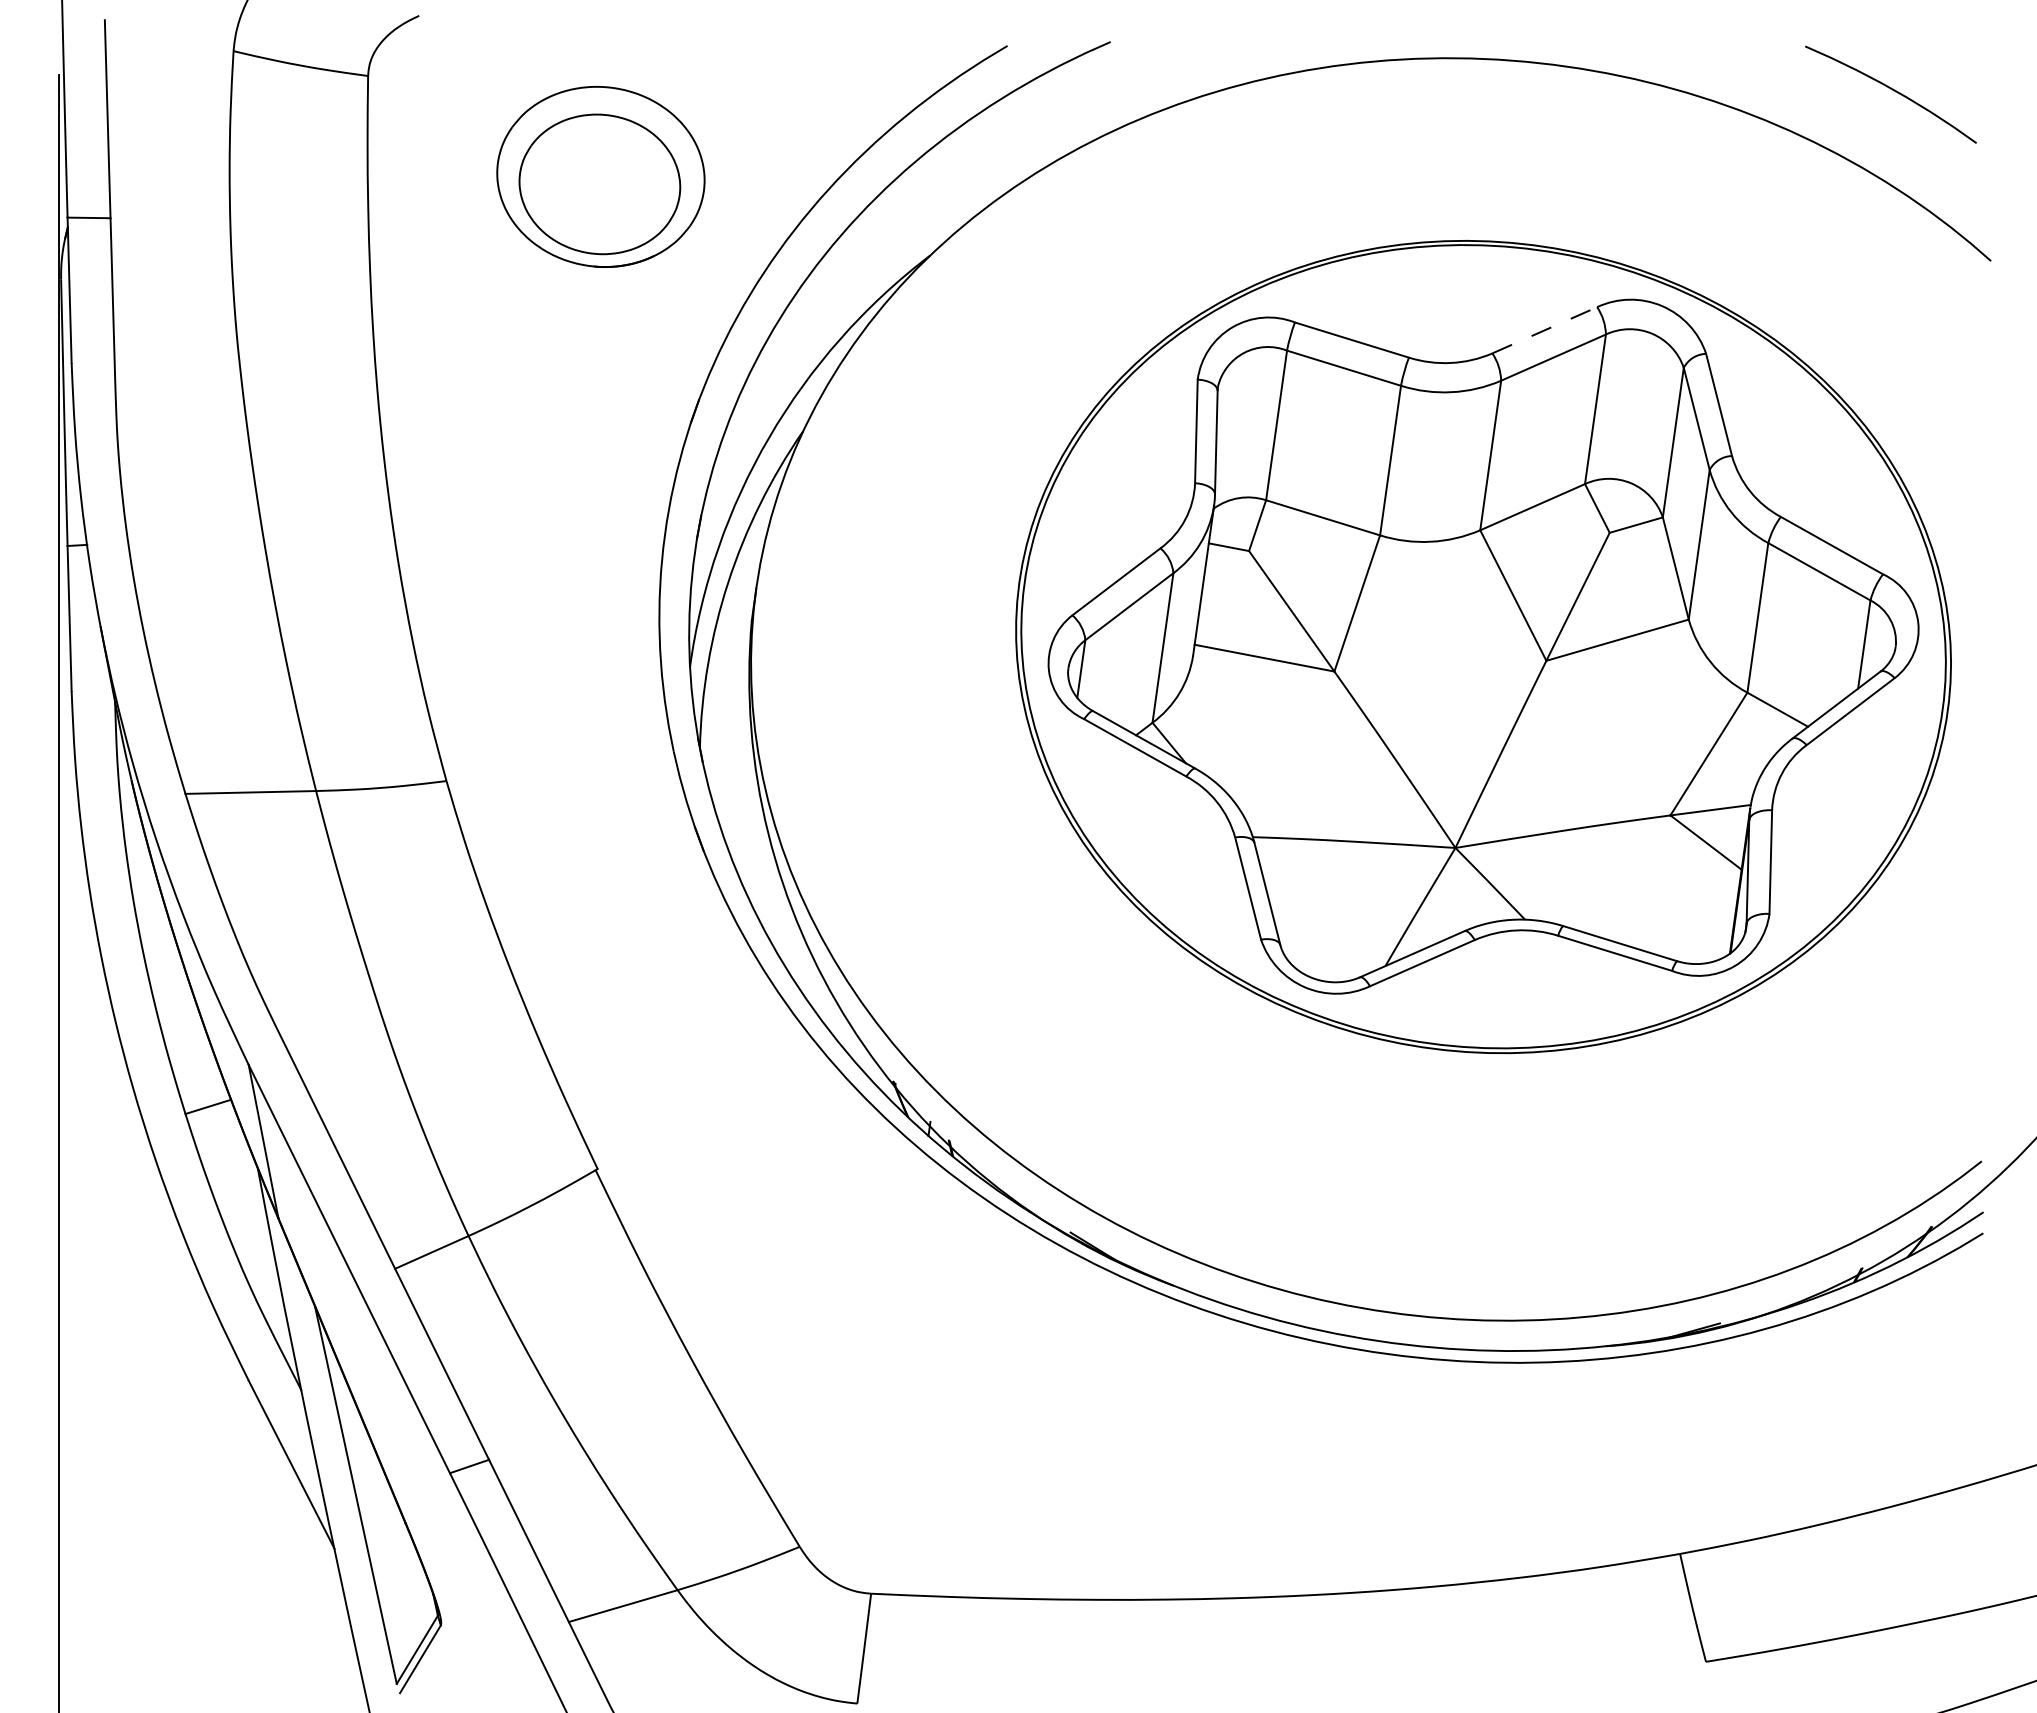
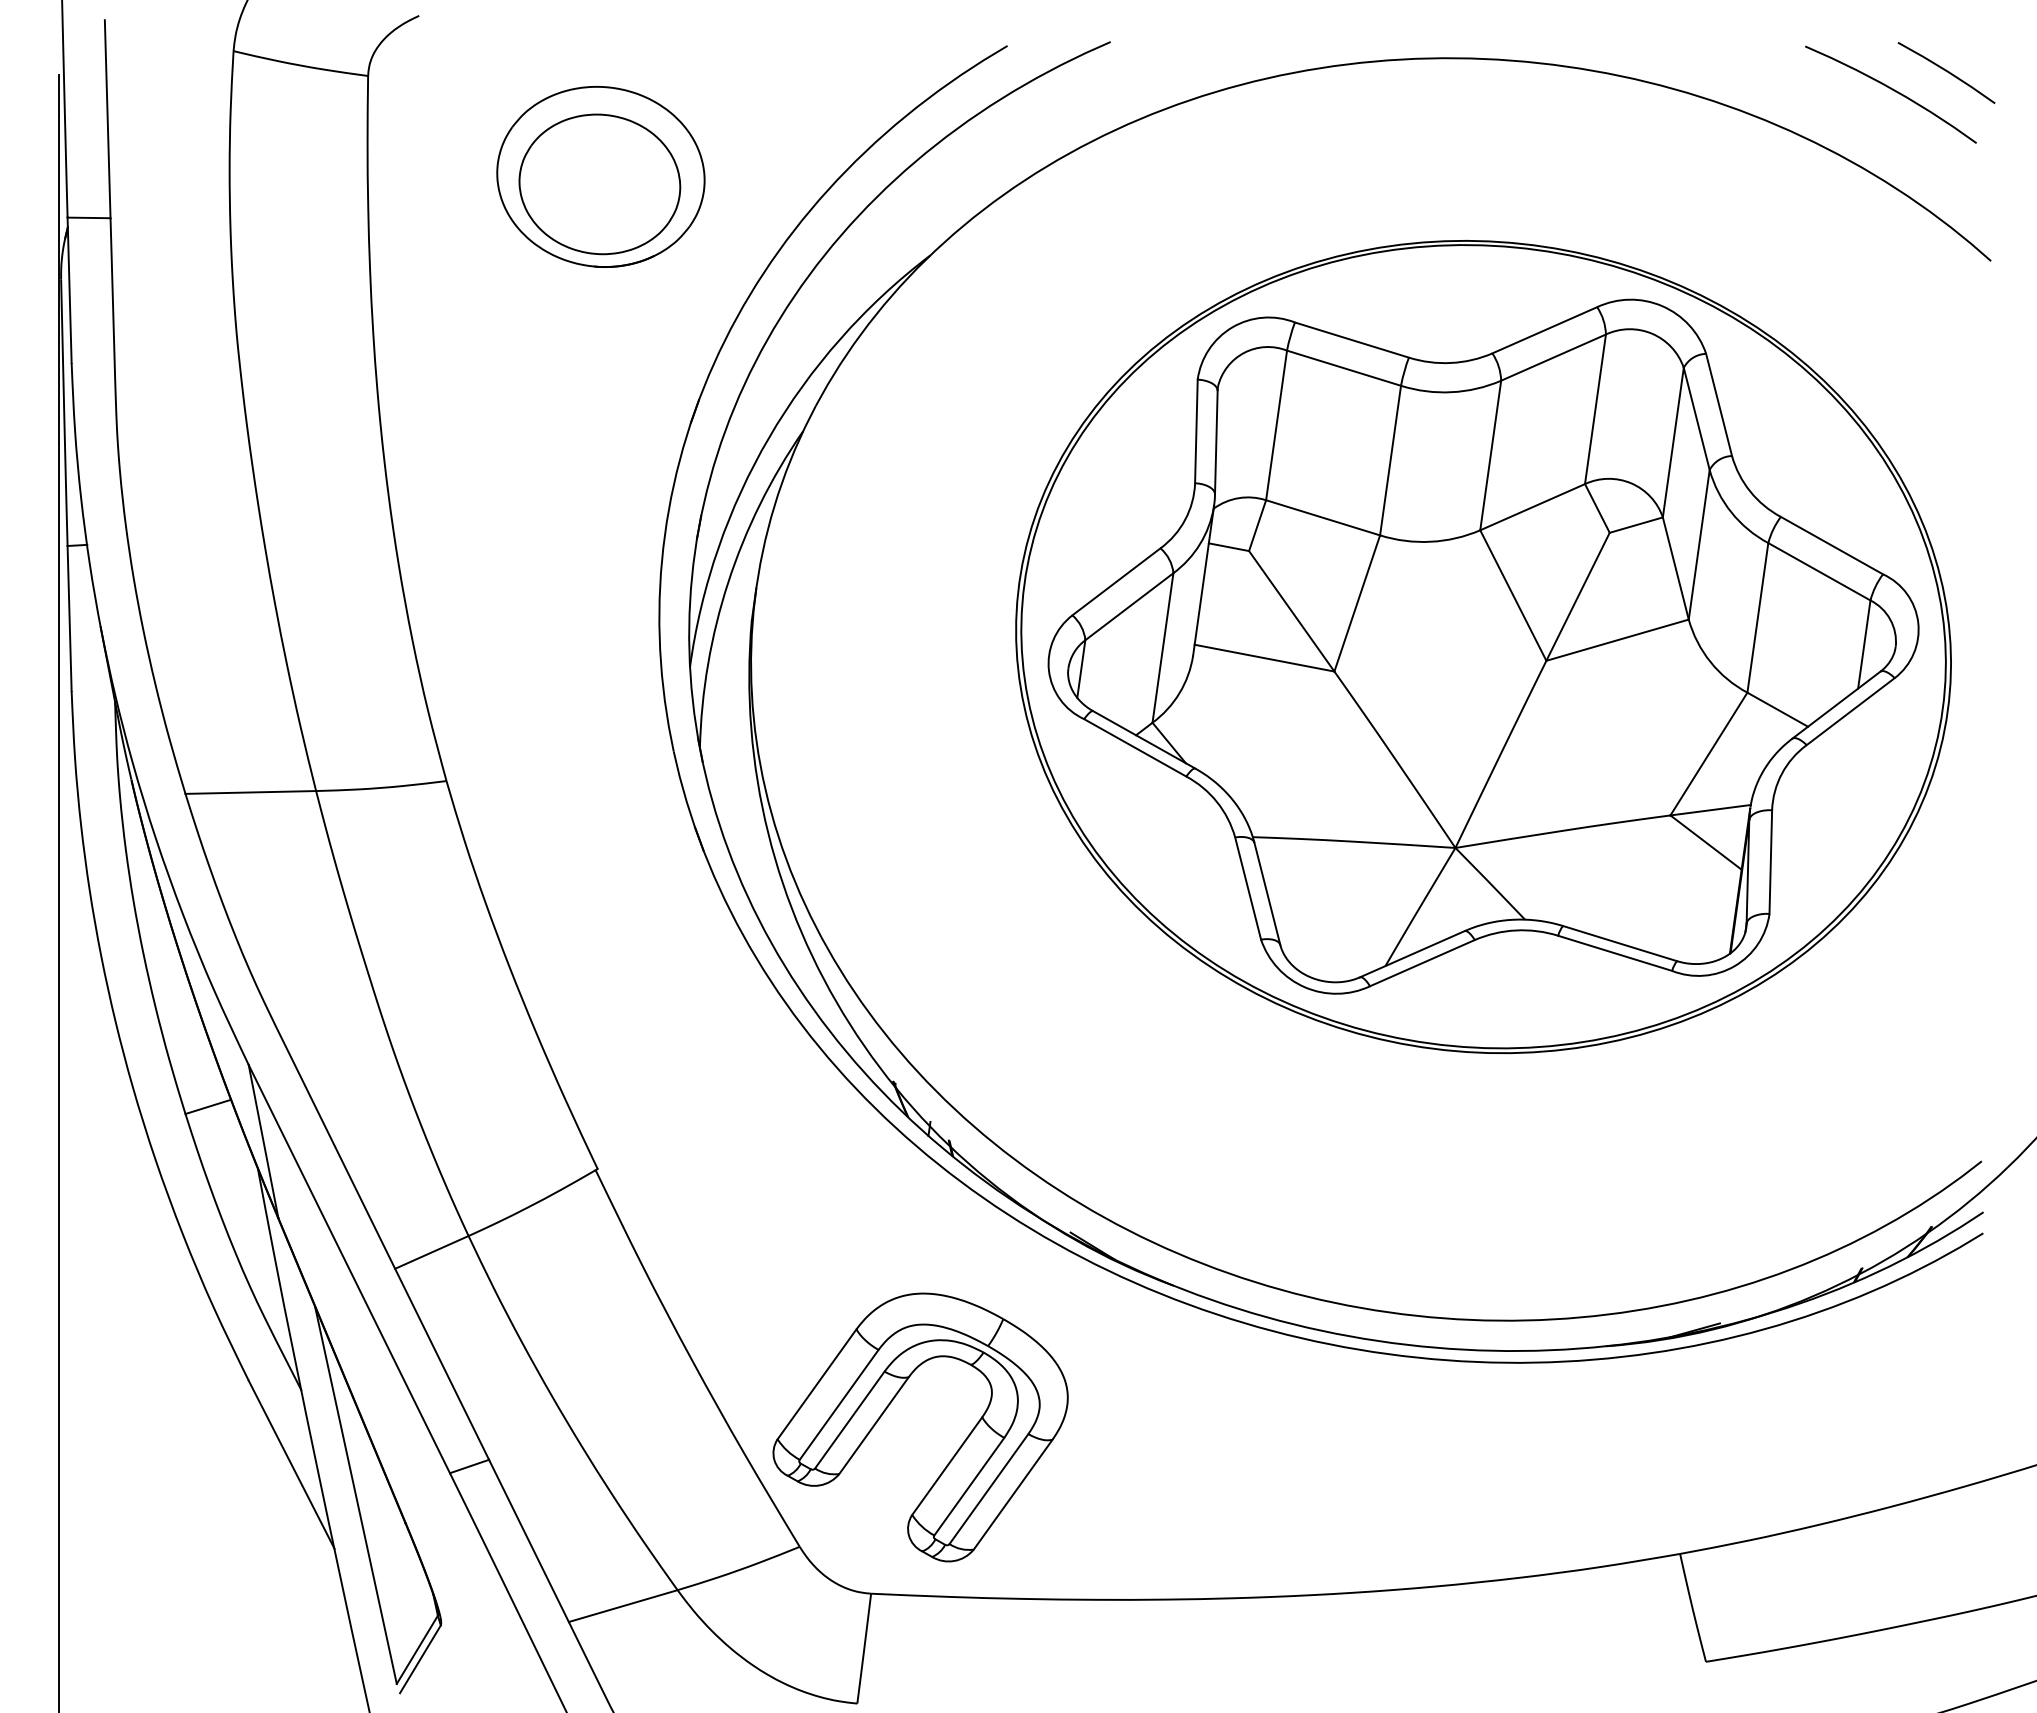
line at (1946, 71): none -> present
line at (1545, 330): dashed -> solid
part at (891, 1403): none -> present
